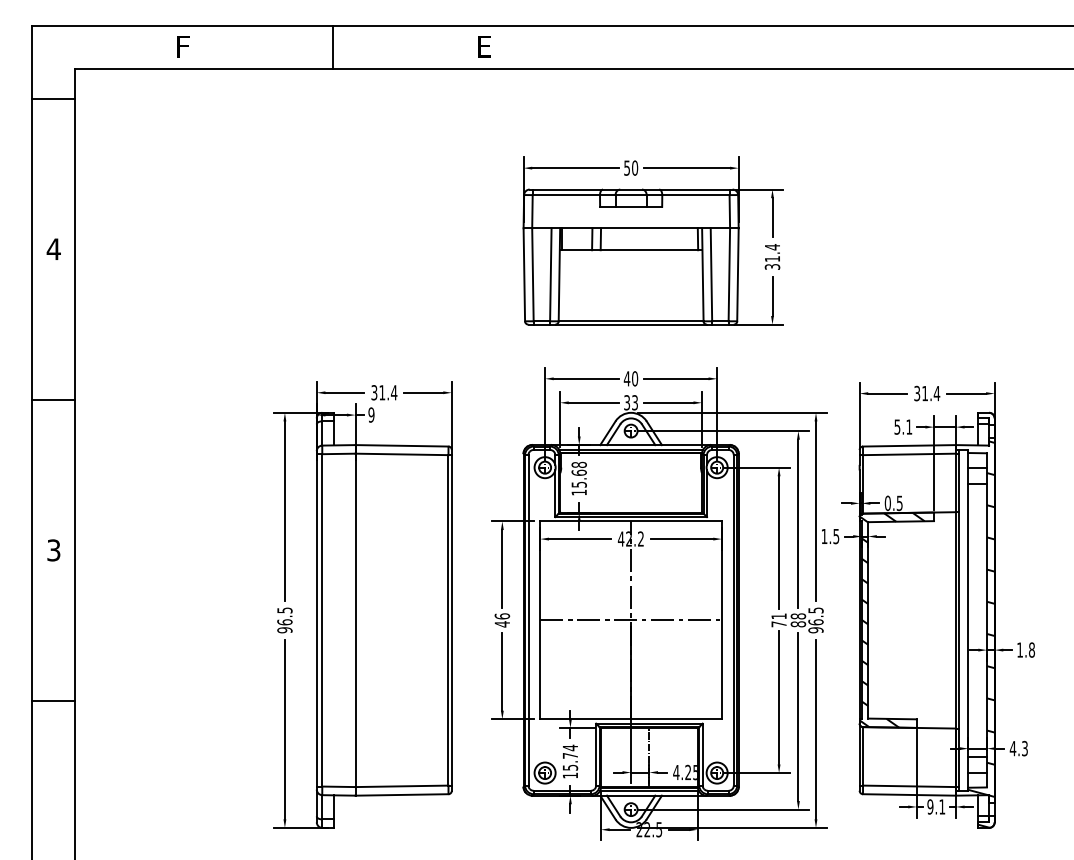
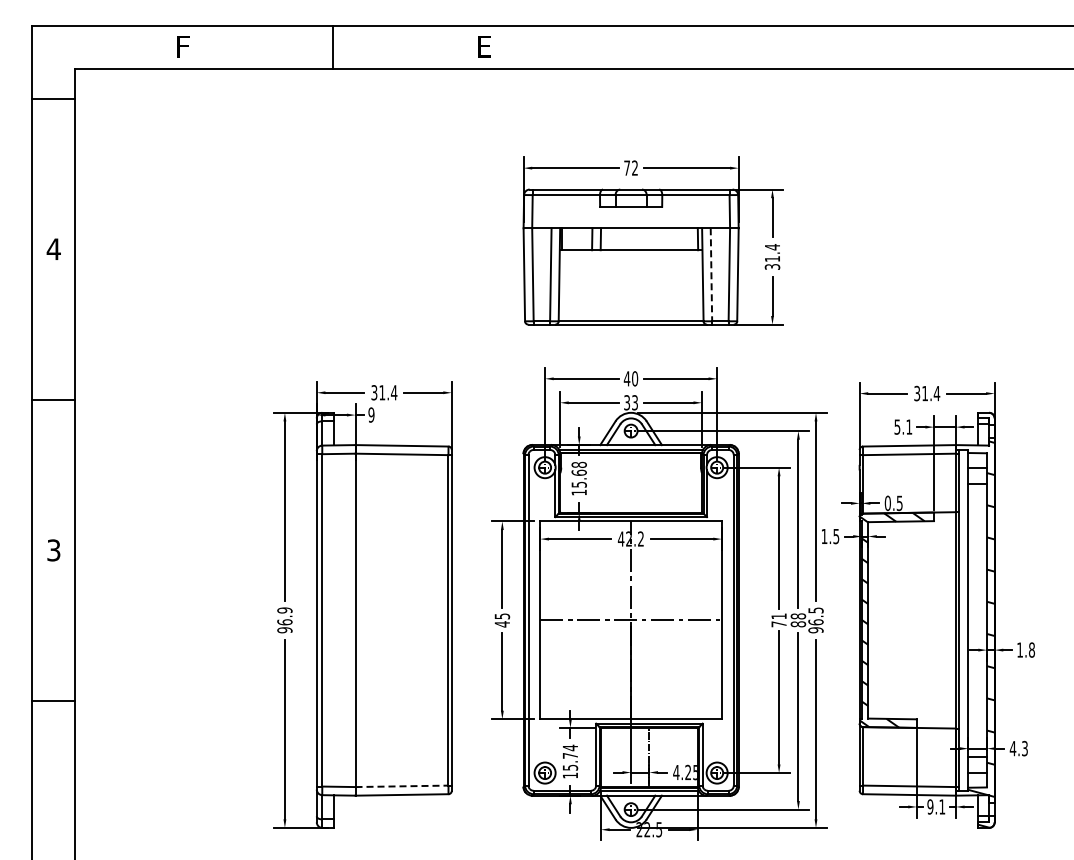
text at (631, 167): 50 -> 72
line at (711, 275): solid -> dashed
text at (284, 610): 96.5 -> 96.9
text at (502, 616): 46 -> 45
line at (402, 786): solid -> dashed
